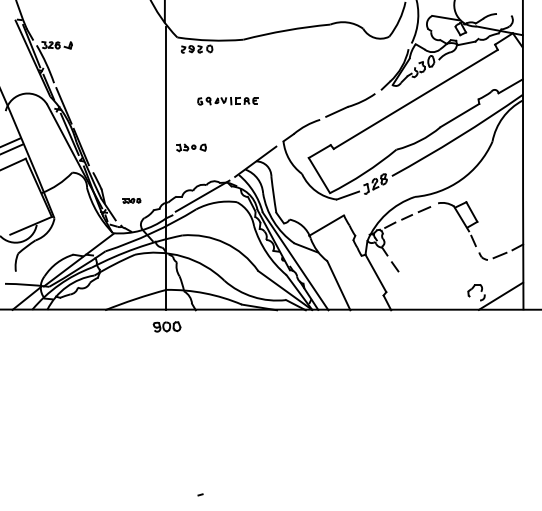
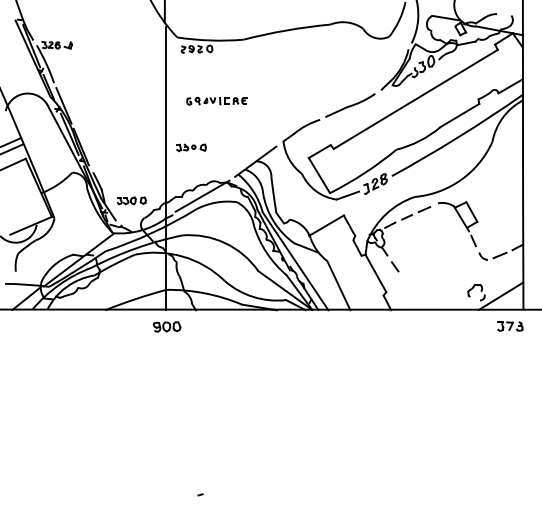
part at (227, 100) position: (227, 100) -> (216, 100)
part at (131, 200) size: 20x6 px -> 30x10 px
part at (510, 326): none -> present
